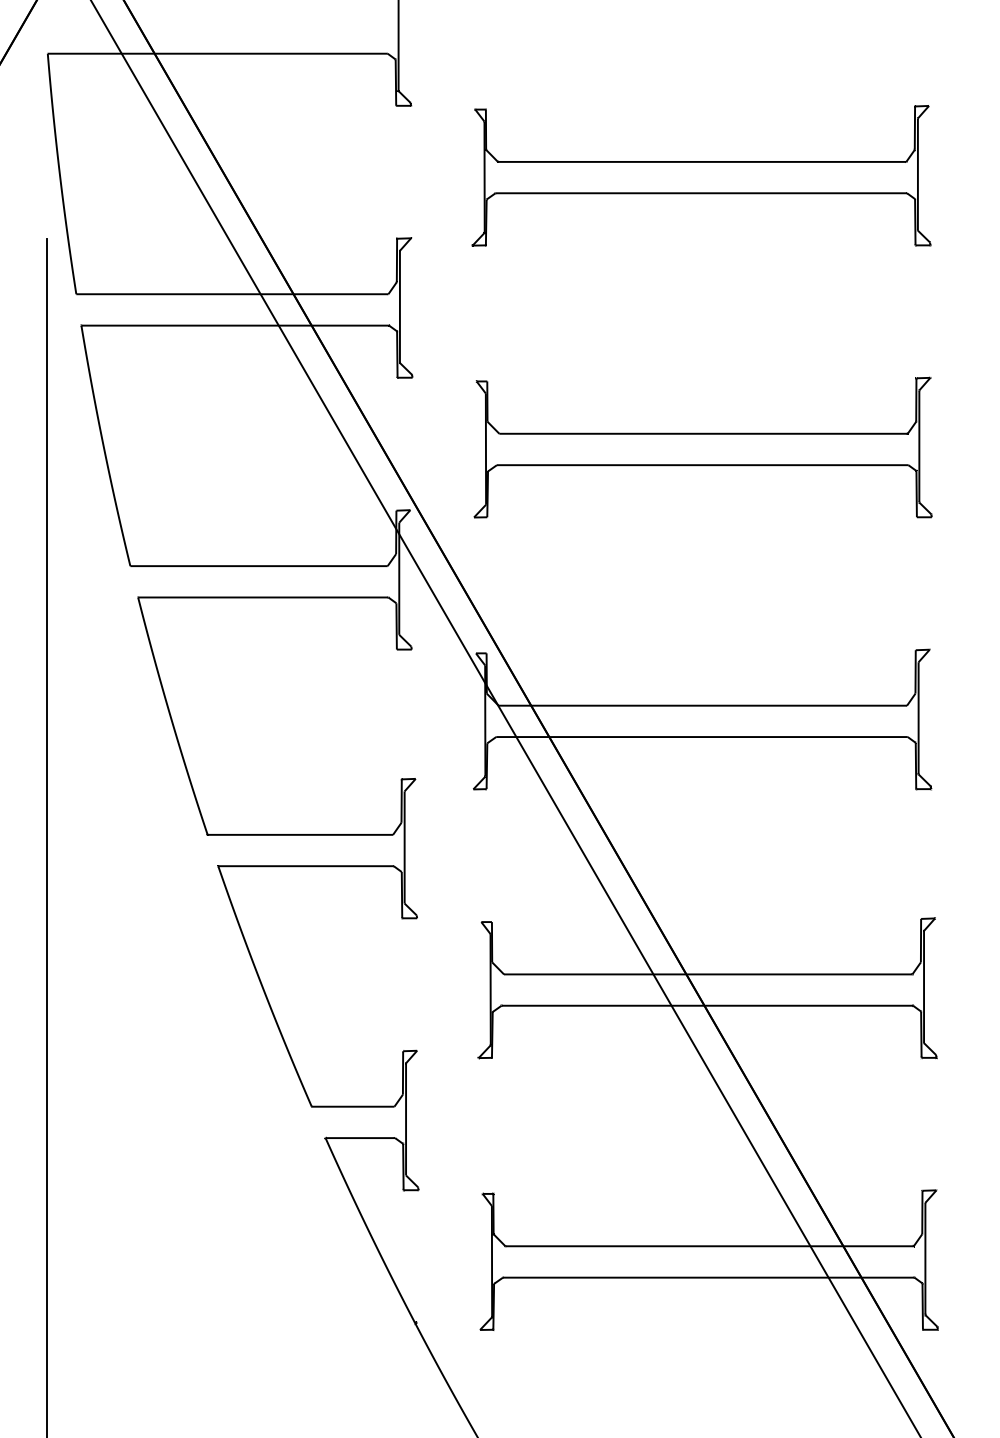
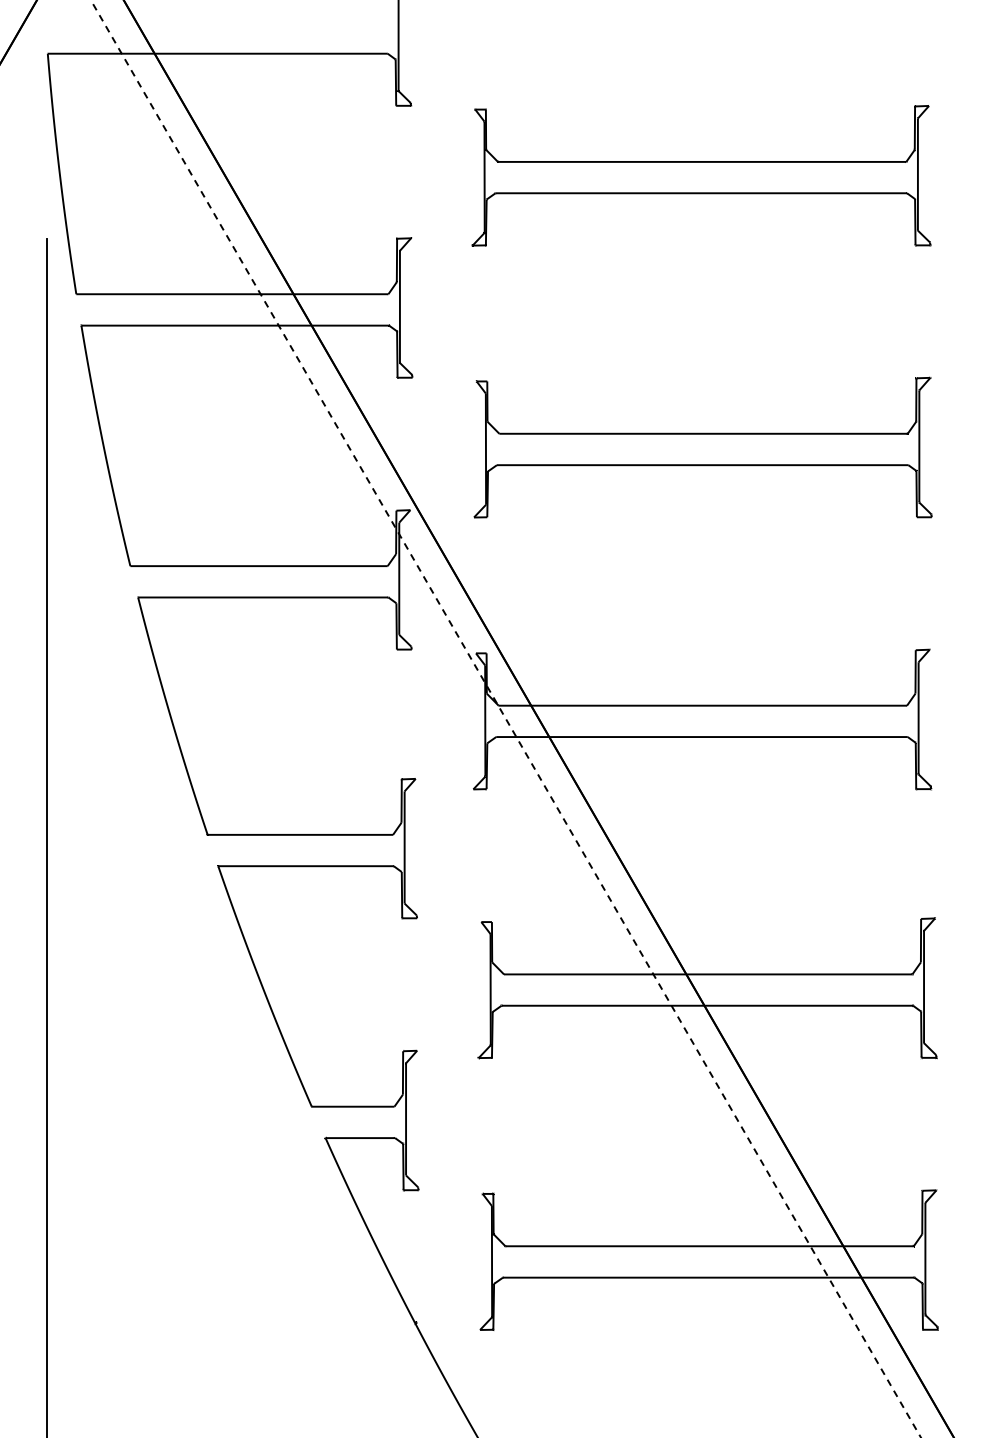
line at (505, 718): solid -> dashed
